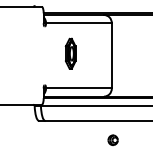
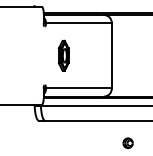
part at (70, 53) position: (70, 53) -> (63, 55)
part at (112, 139) position: (112, 139) -> (127, 142)
